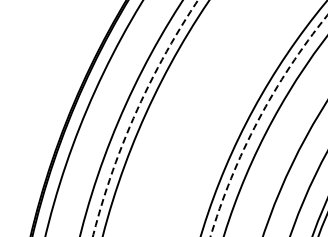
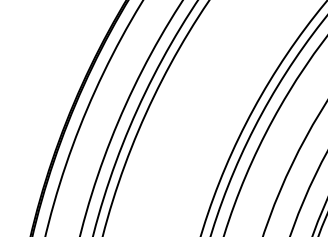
arc at (135, 113): dashed -> solid
arc at (257, 121): dashed -> solid
